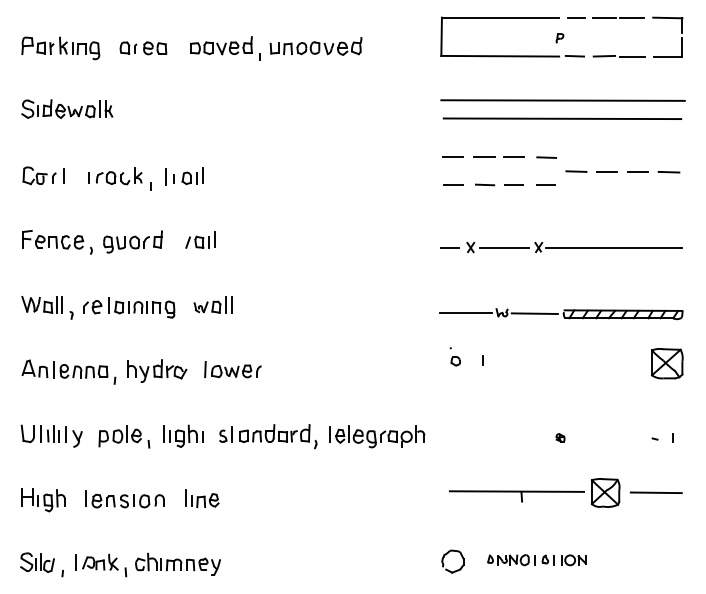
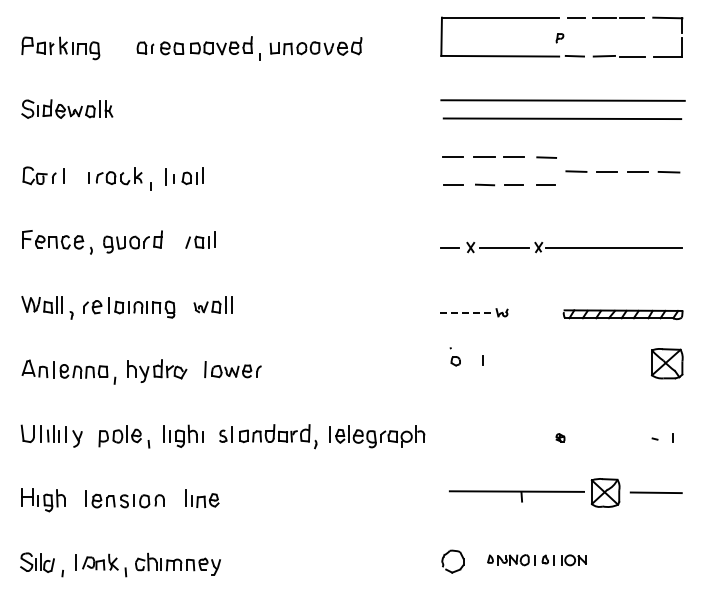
part at (143, 48) position: (143, 48) -> (160, 48)
line at (466, 313): solid -> dashed
line at (534, 313): present -> none
